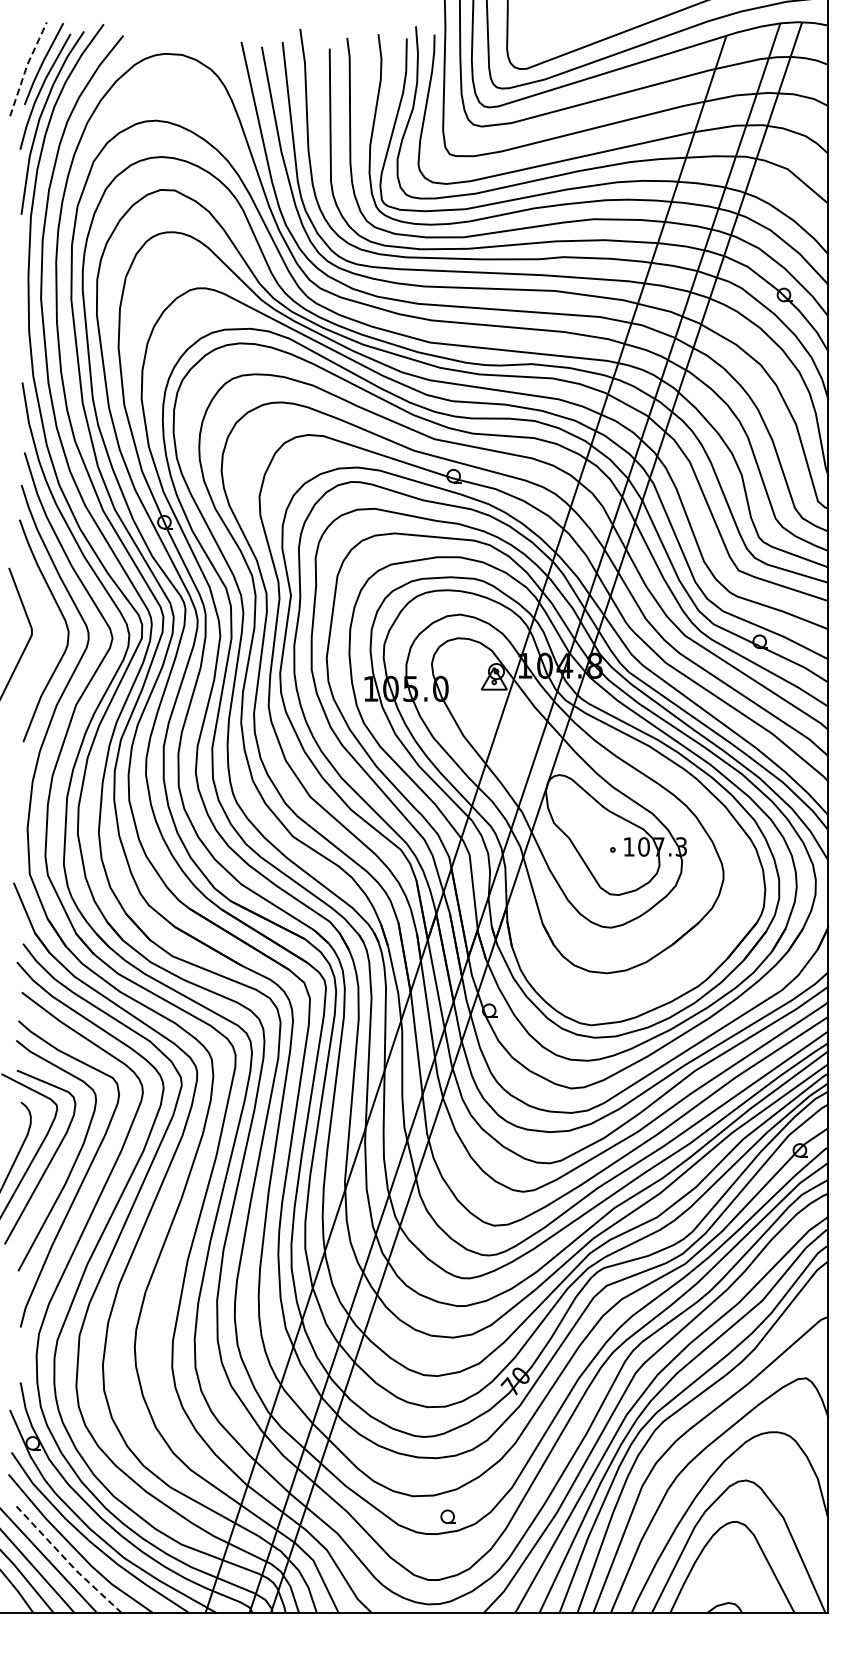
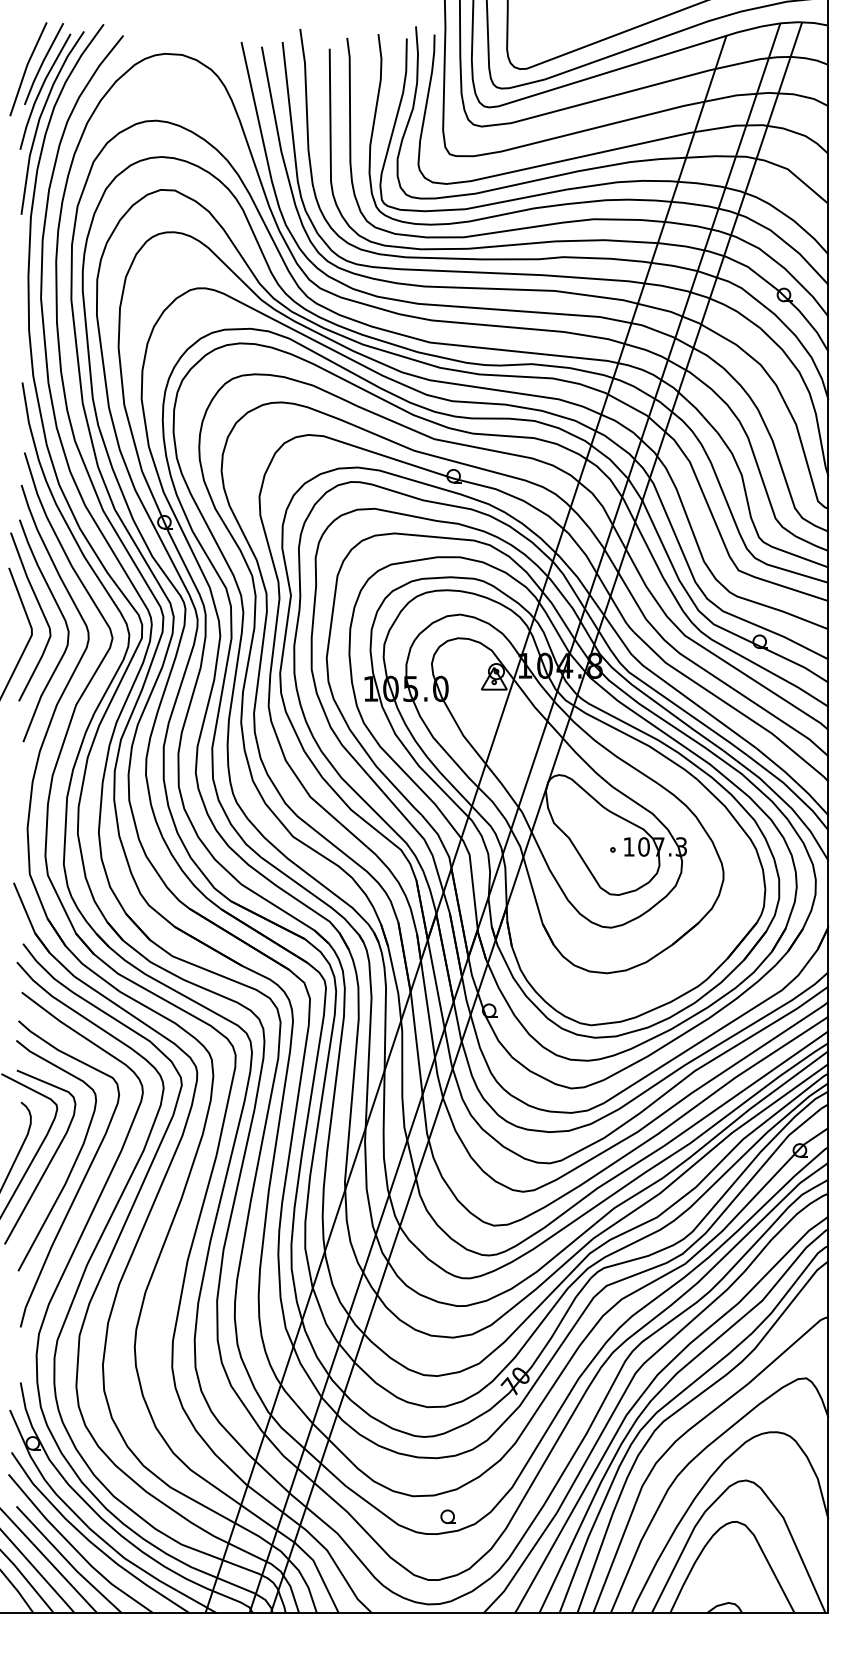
line at (26, 67): dashed -> solid
curve at (41, 612): none -> present
line at (68, 1561): dashed -> solid
